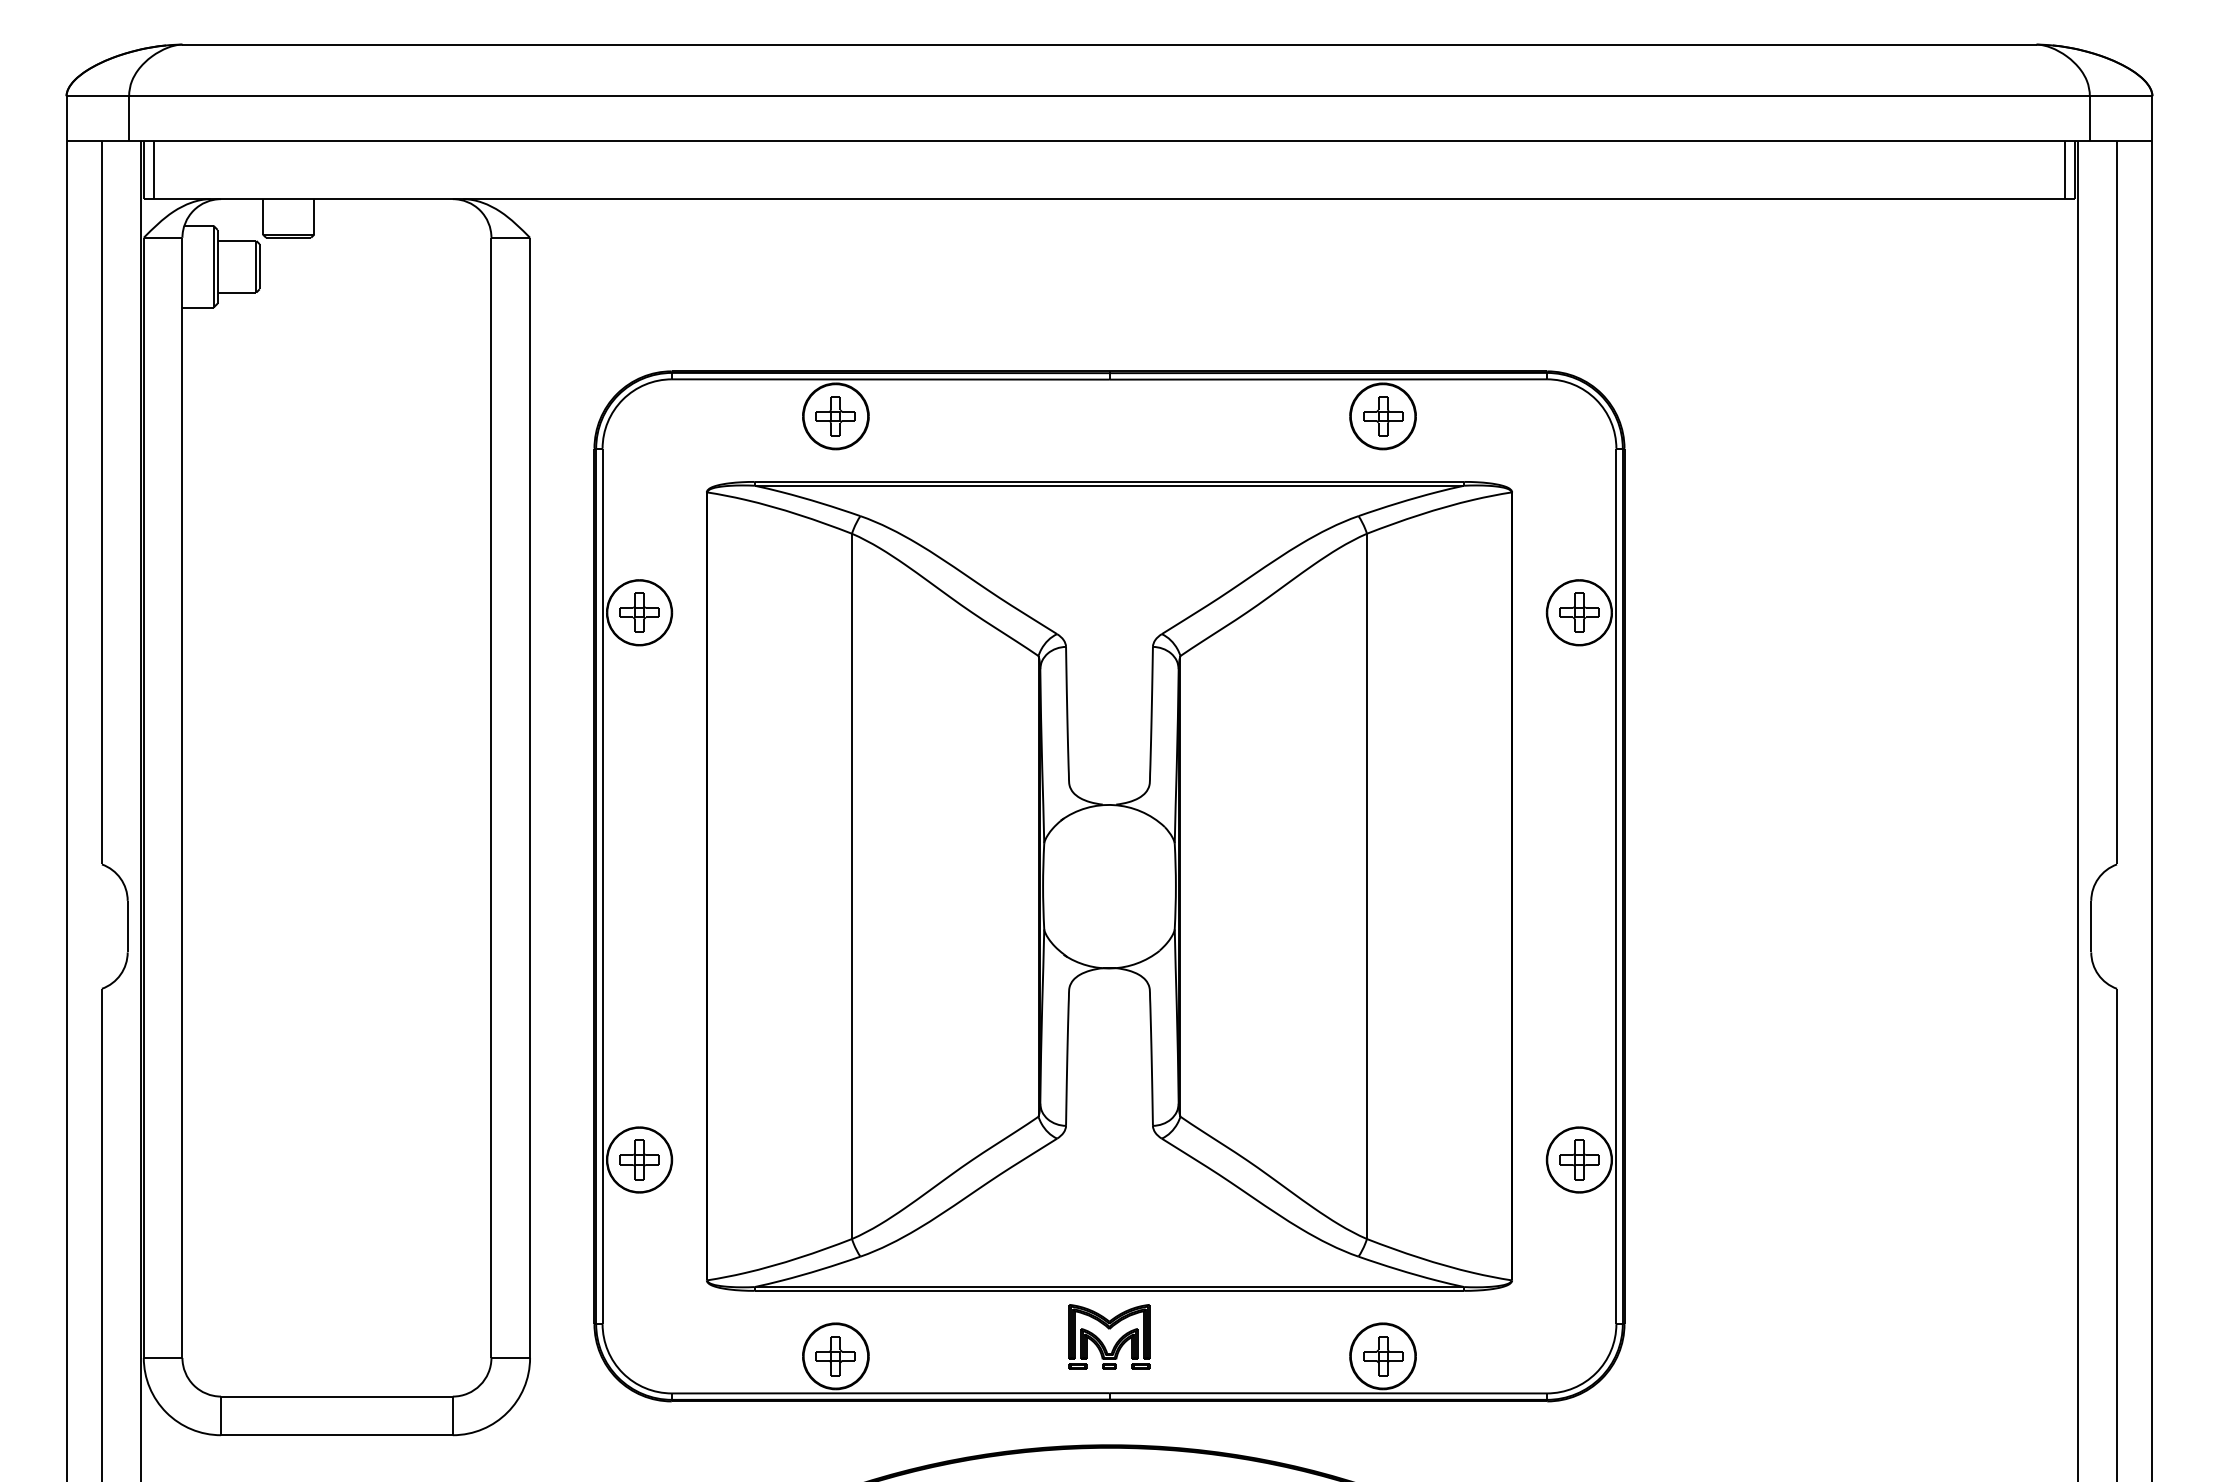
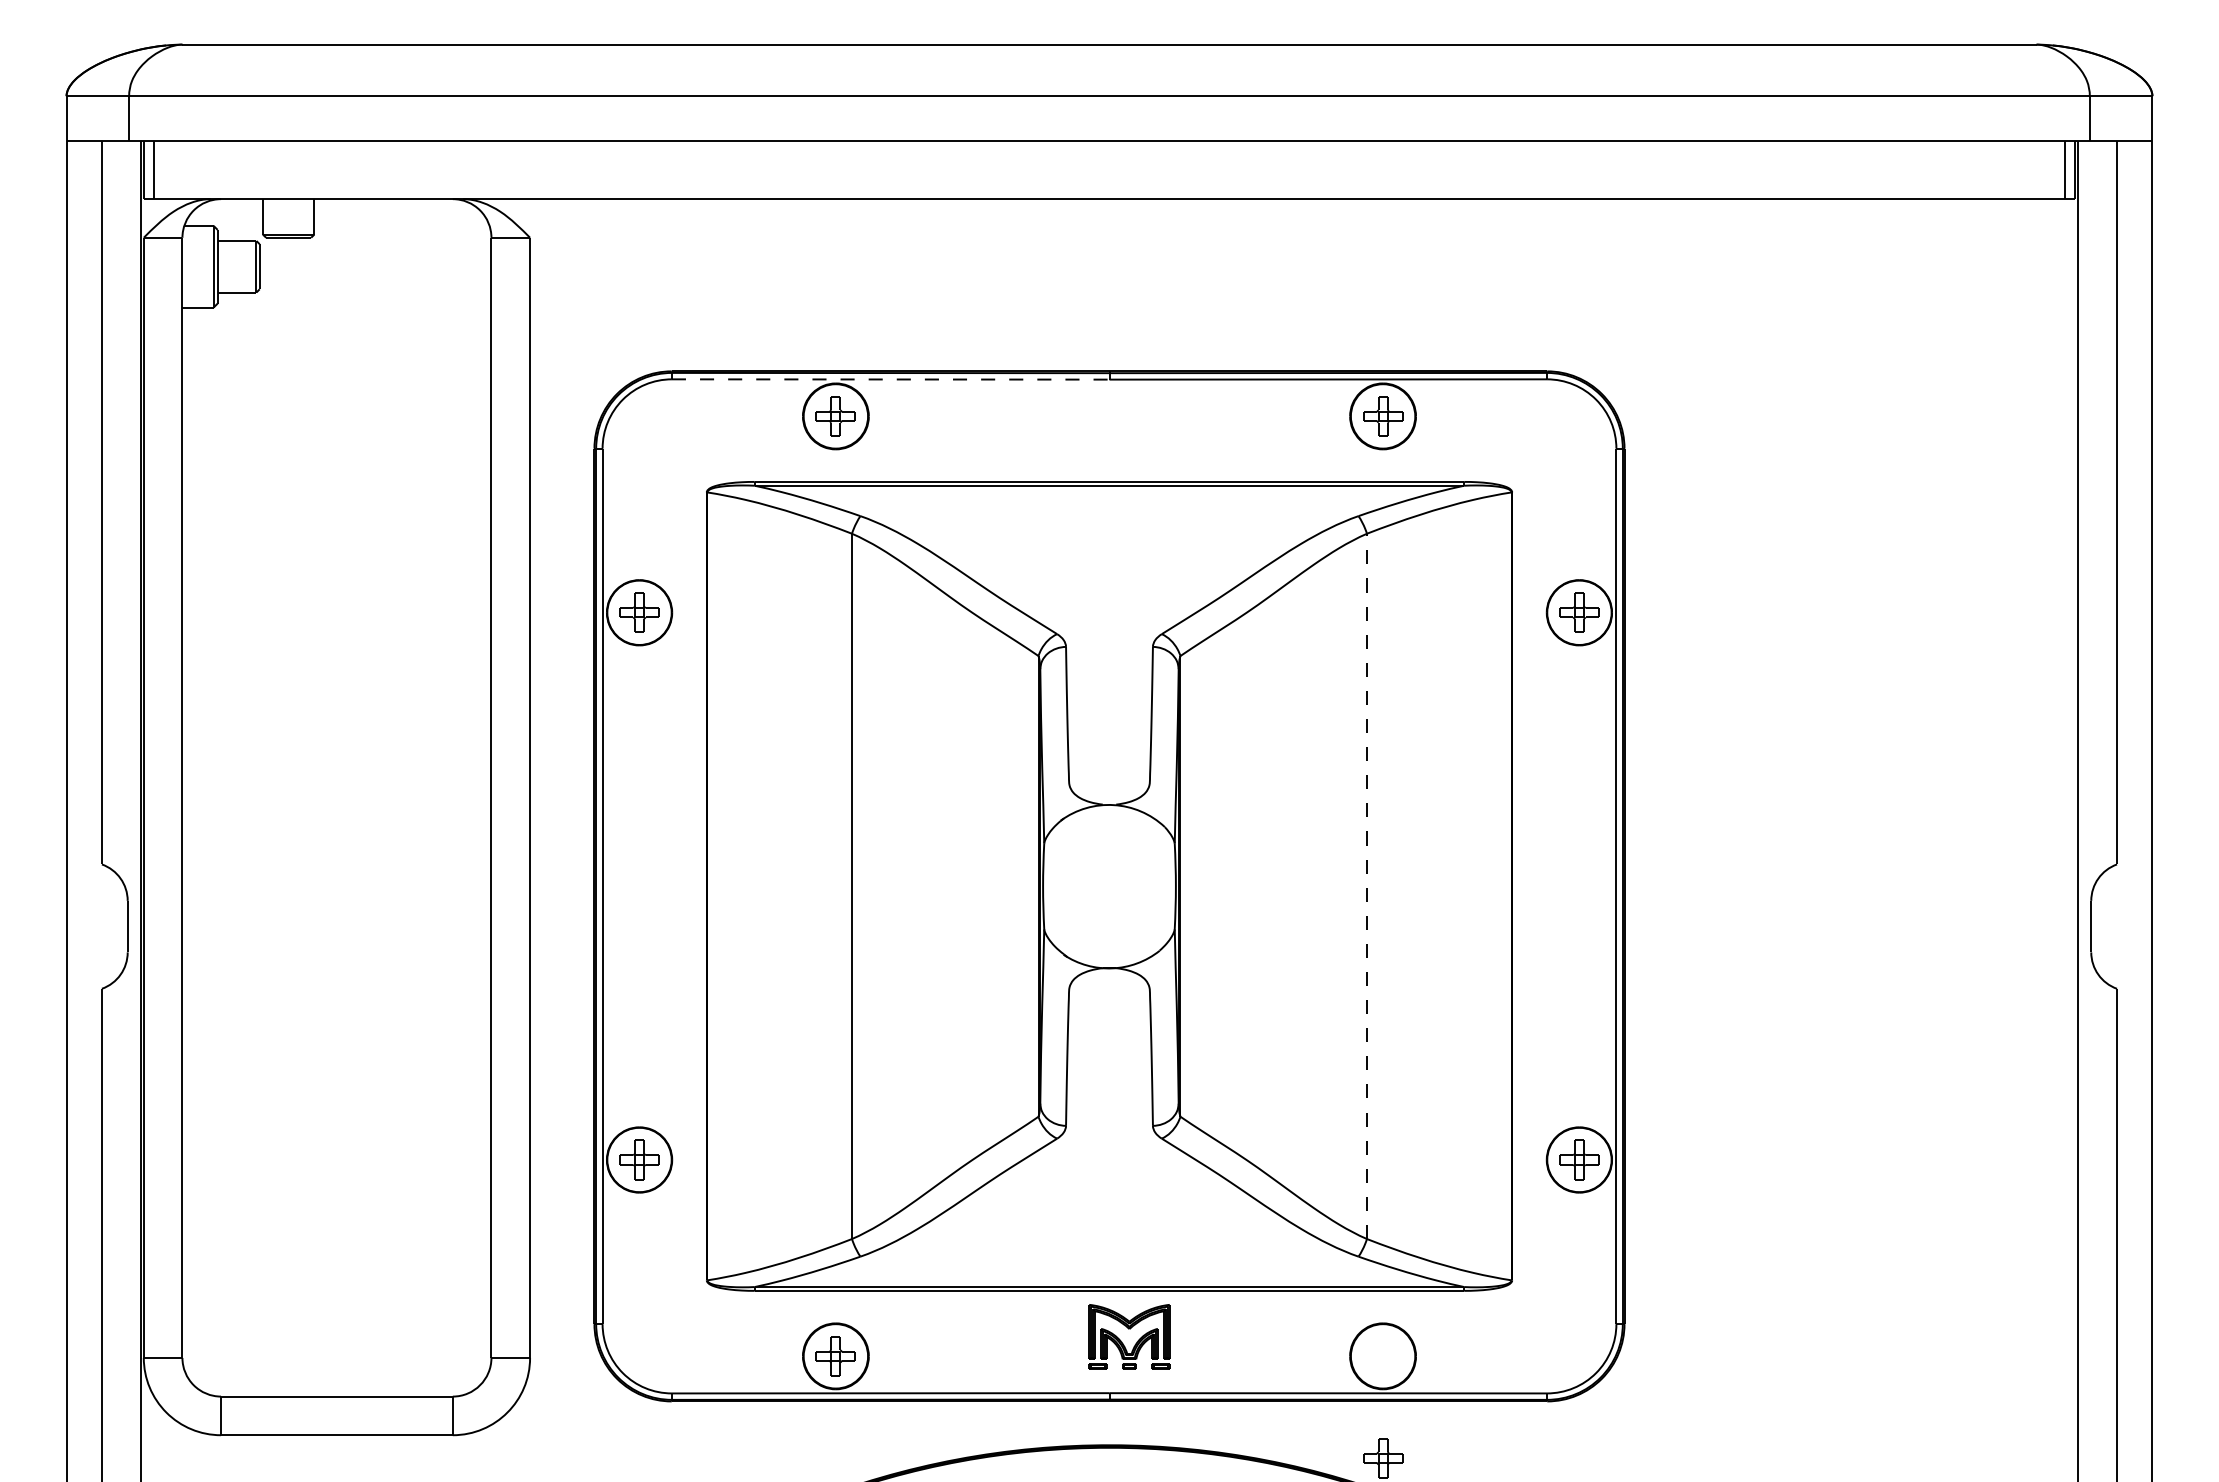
line at (890, 379): solid -> dashed
line at (1367, 886): solid -> dashed
part at (1109, 1329) position: (1109, 1329) -> (1129, 1329)
part at (1383, 1356) position: (1383, 1356) -> (1383, 1458)
